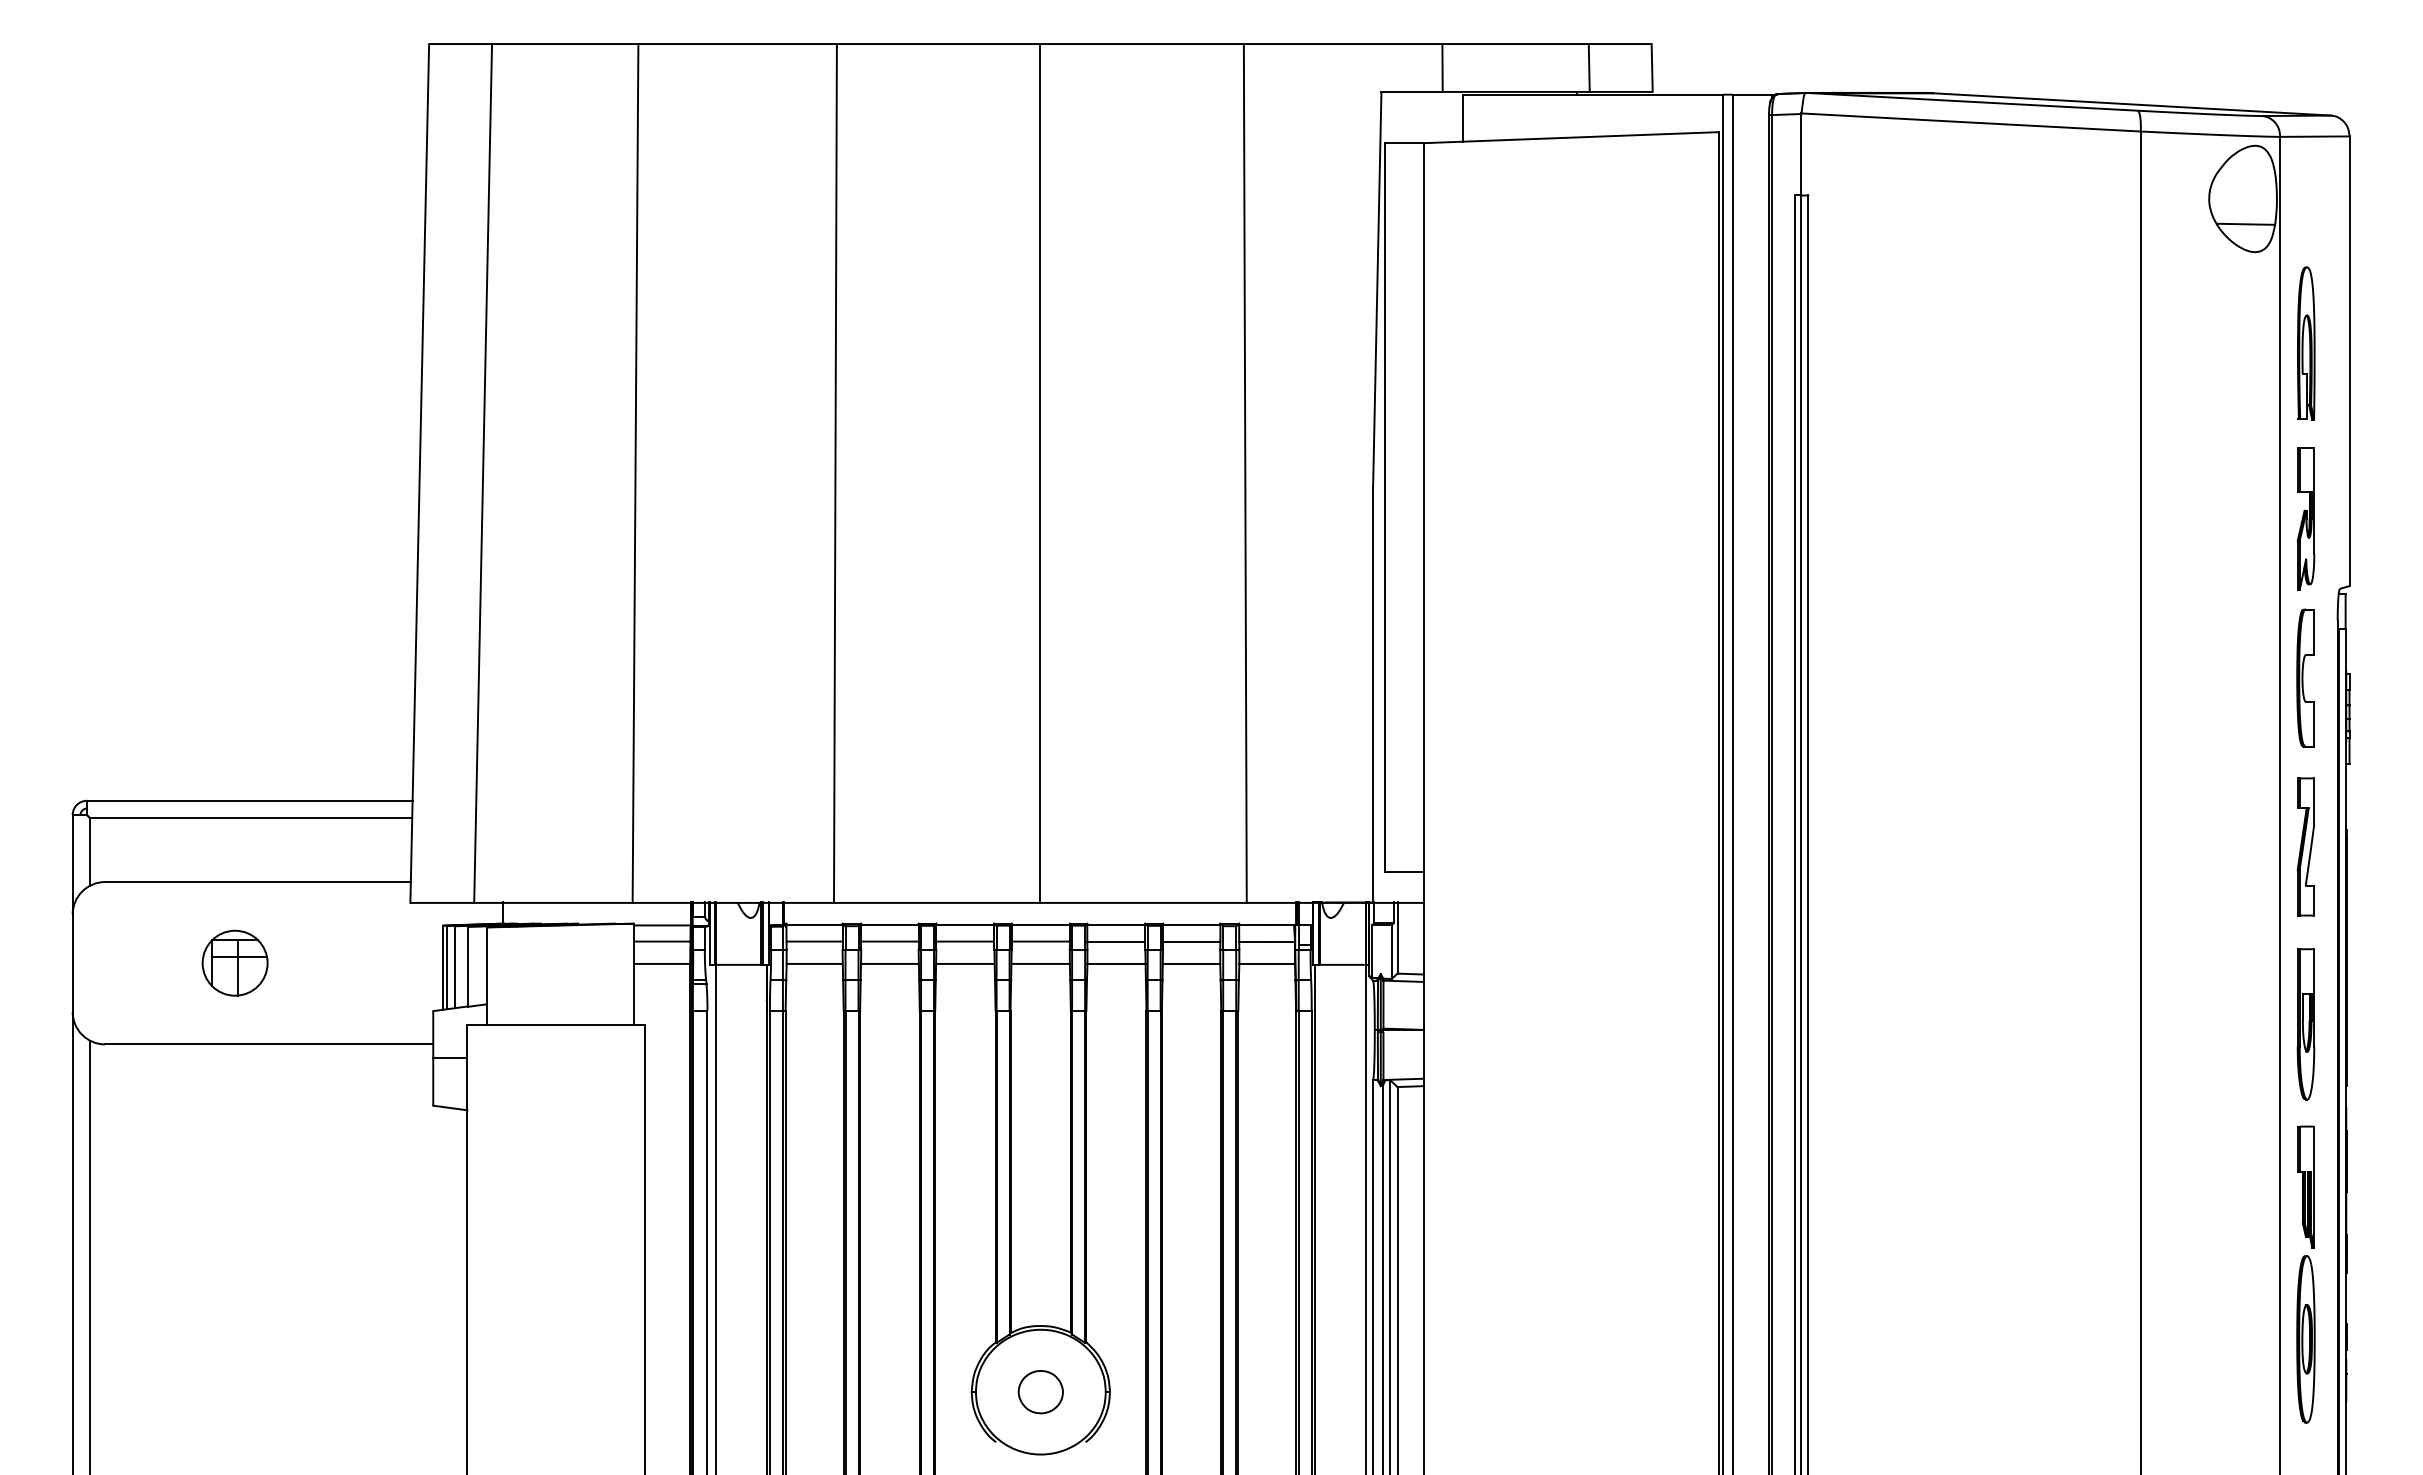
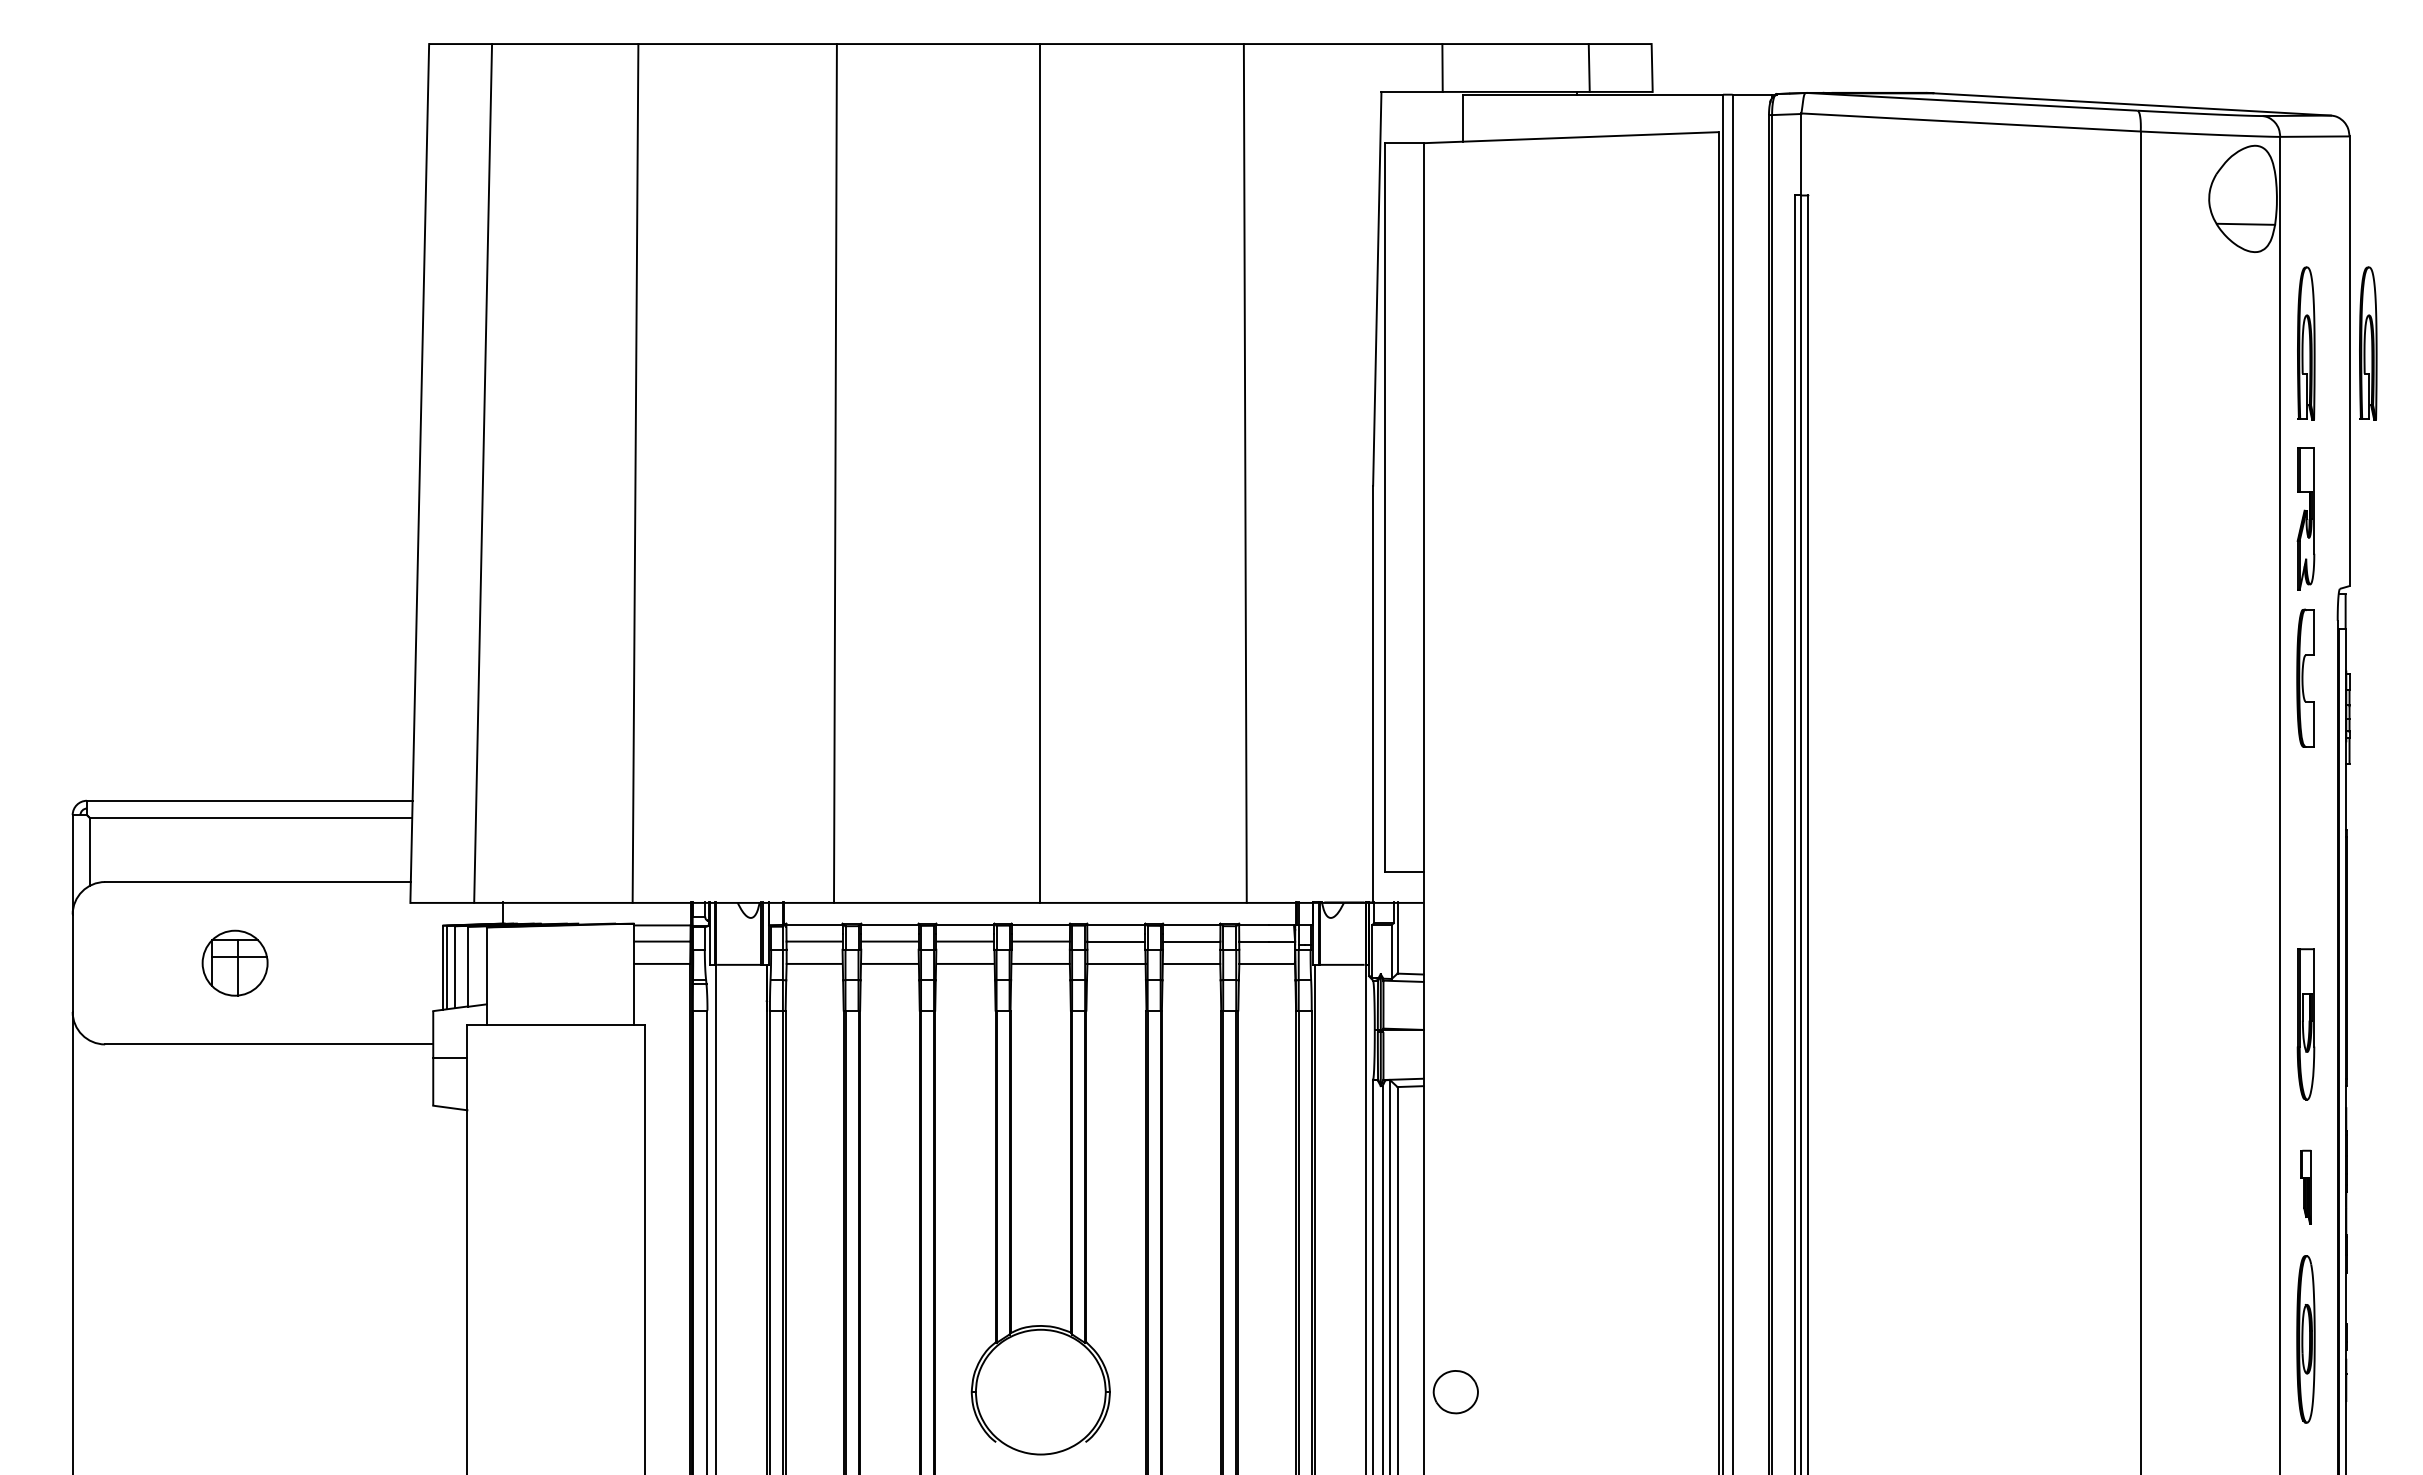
part at (2368, 343): none -> present
part at (2305, 846): present -> none
part at (2306, 1186) size: 19x124 px -> 12x76 px
line at (90, 1255): present -> none
part at (1040, 1392) position: (1040, 1392) -> (1455, 1392)
